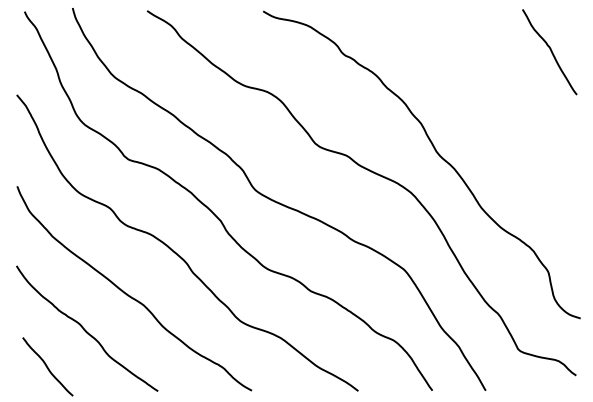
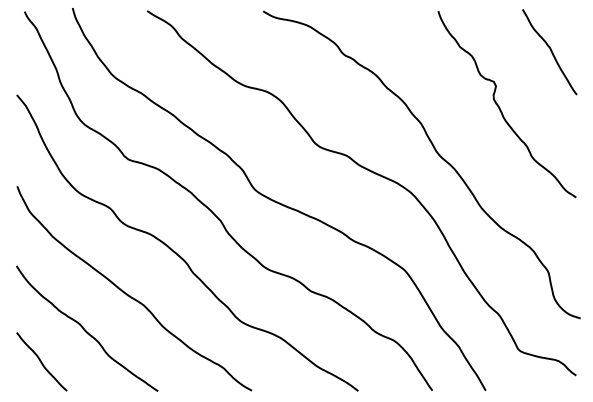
curve at (500, 107): none -> present
curve at (47, 366) position: (47, 366) -> (41, 361)
